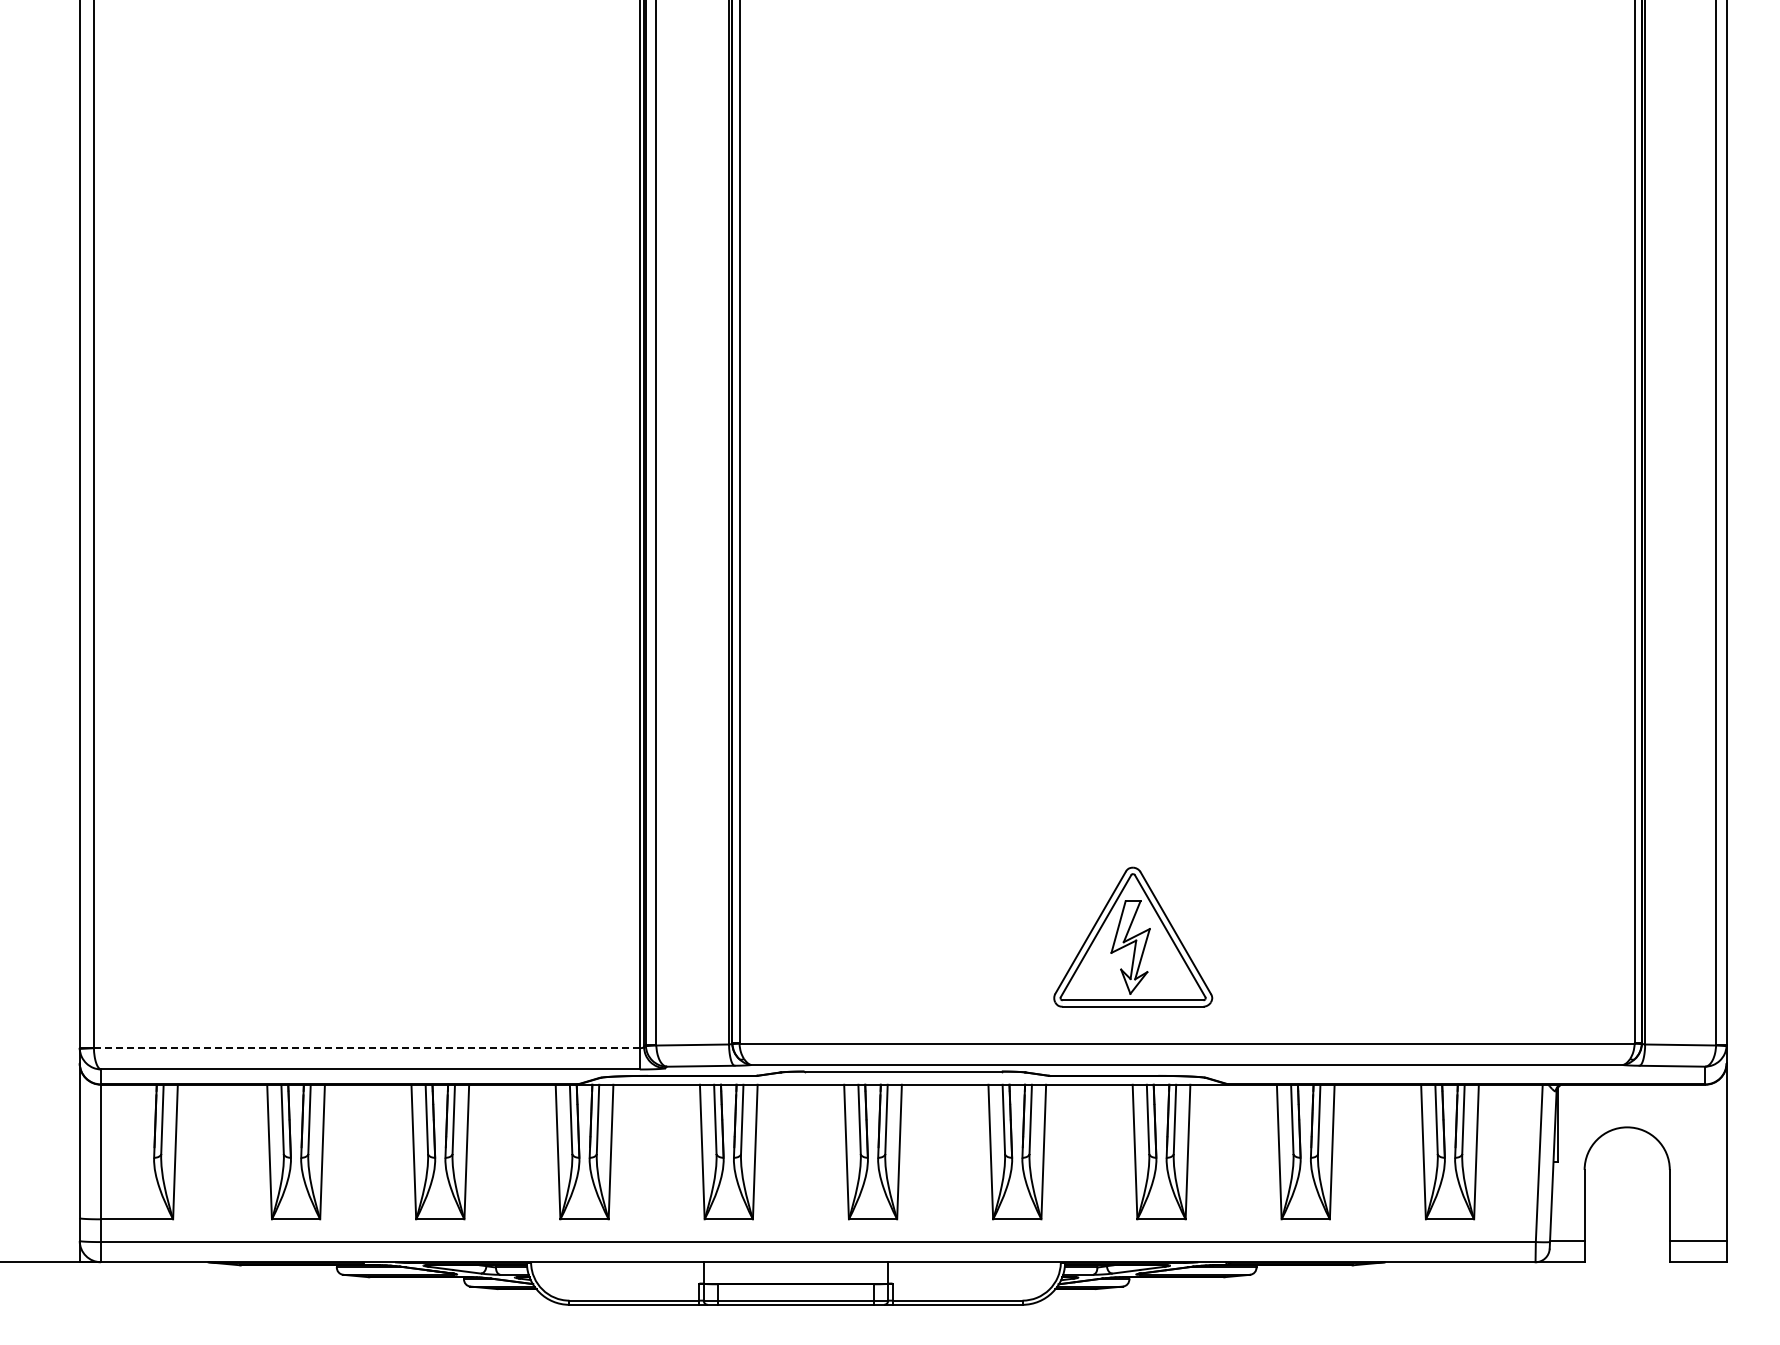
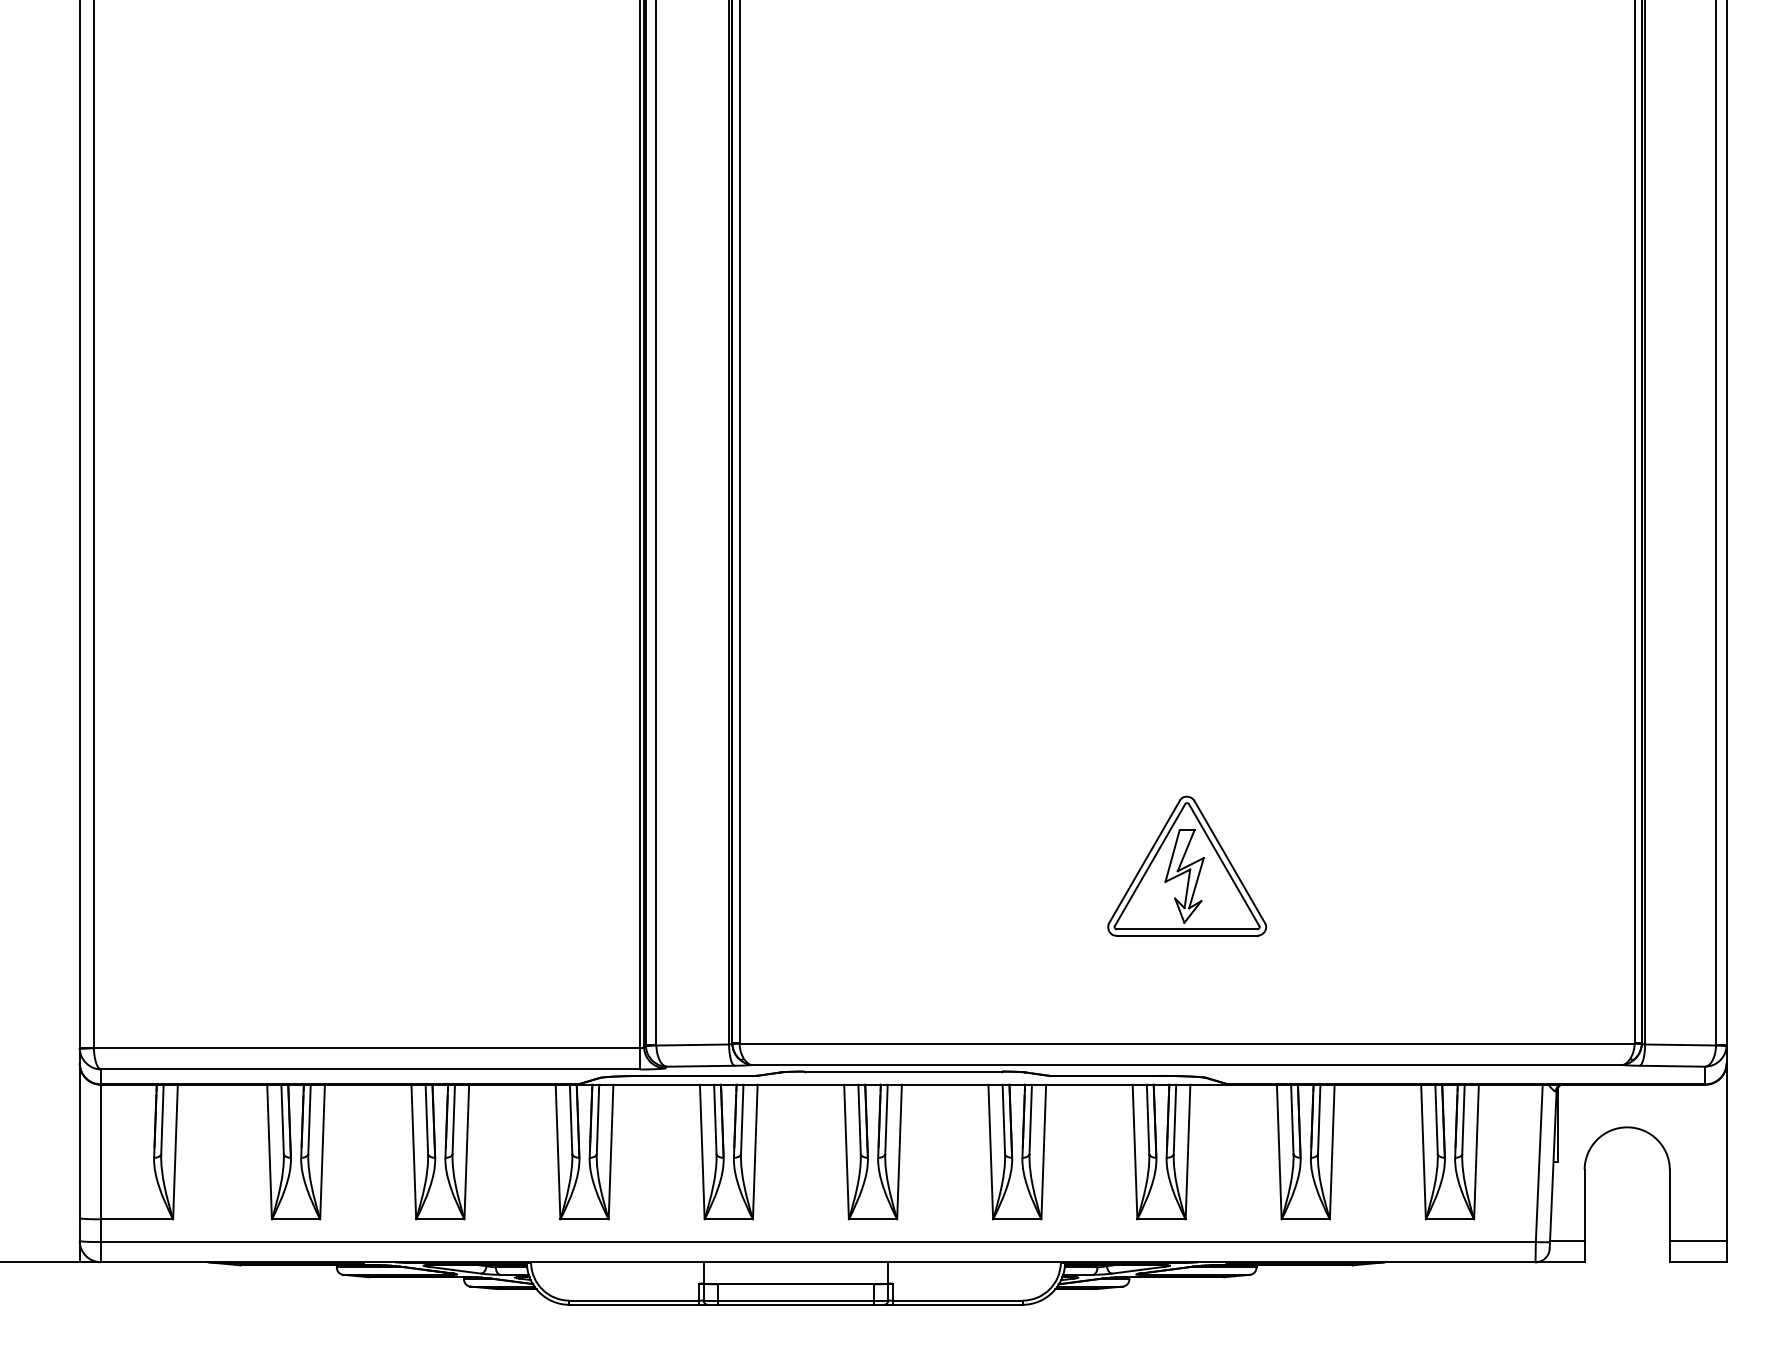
part at (1133, 936) position: (1133, 936) -> (1187, 865)
line at (366, 1048): dashed -> solid
